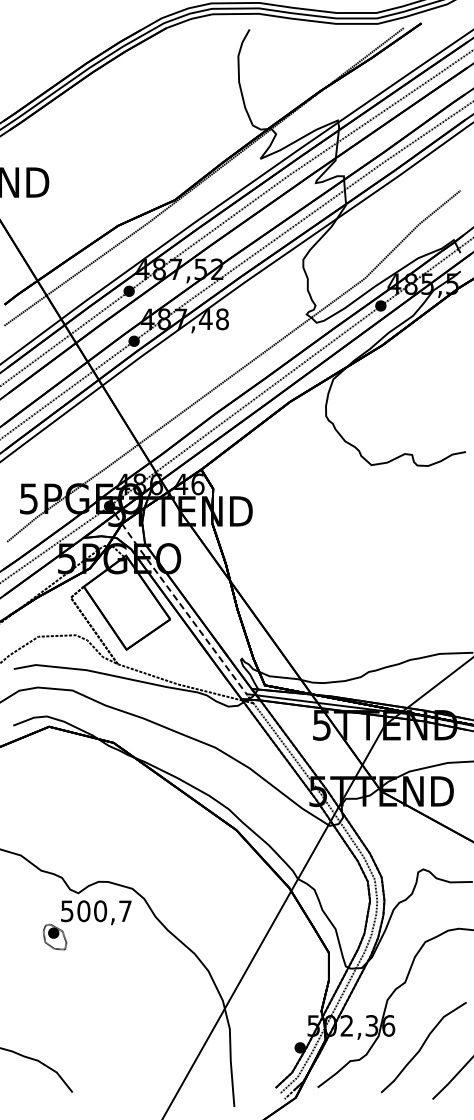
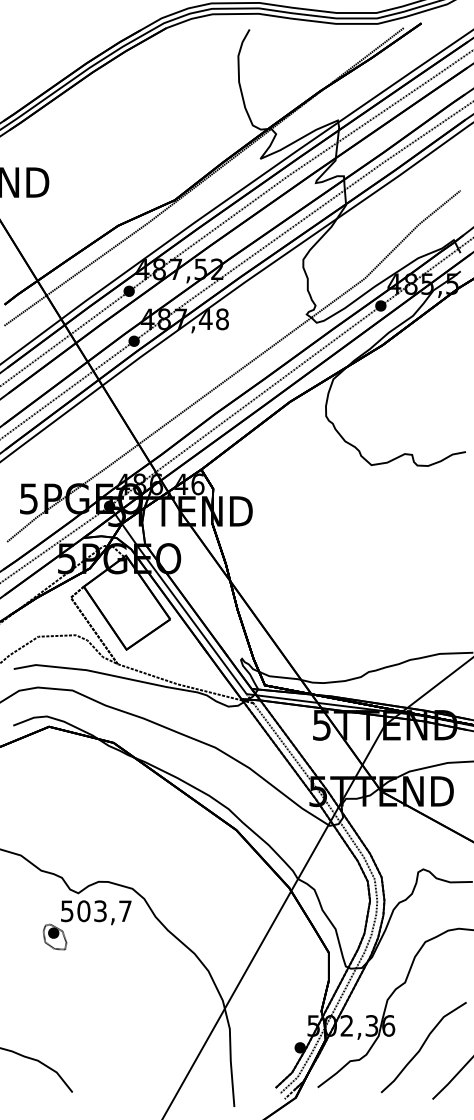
line at (180, 604): dashed -> solid
text at (100, 911): 500,7 -> 503,7
